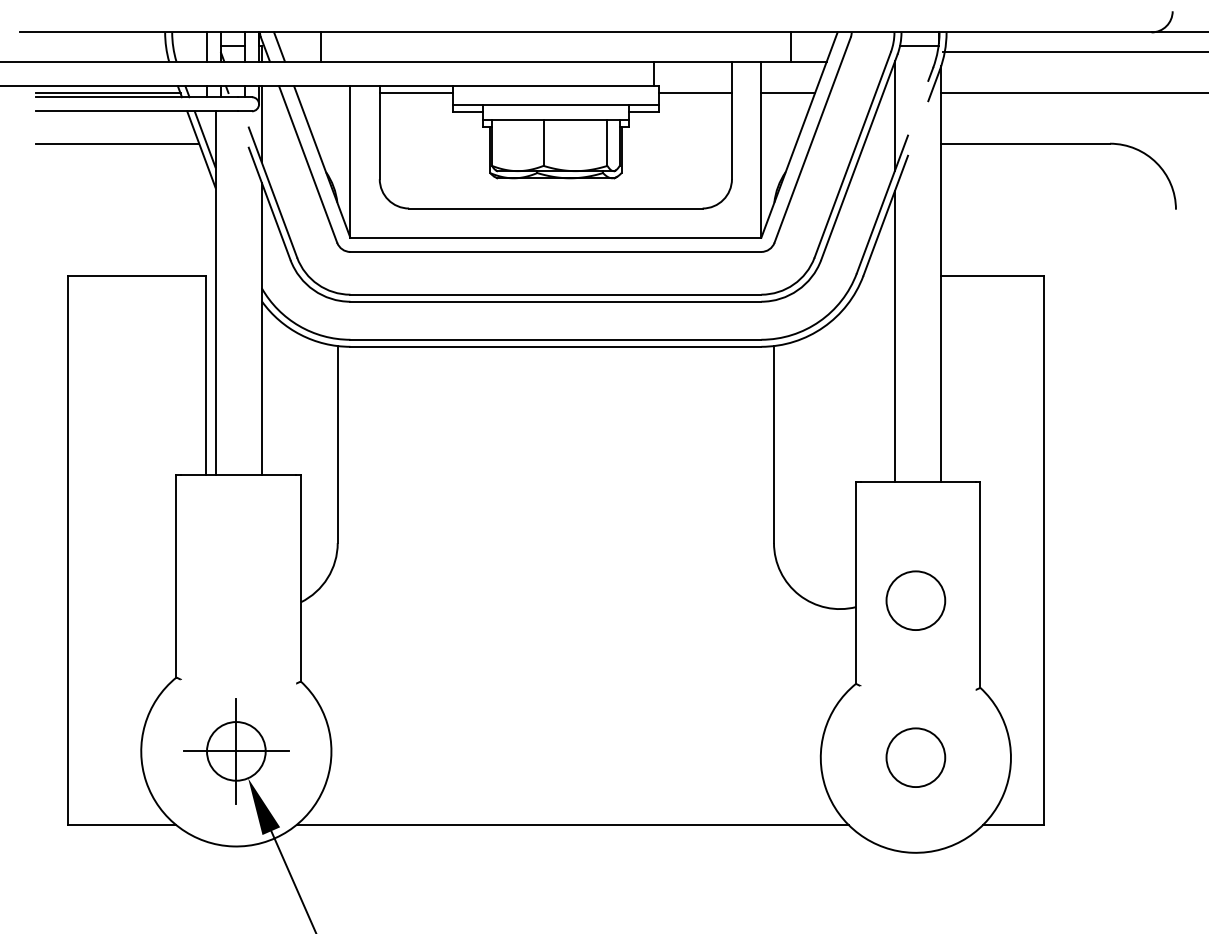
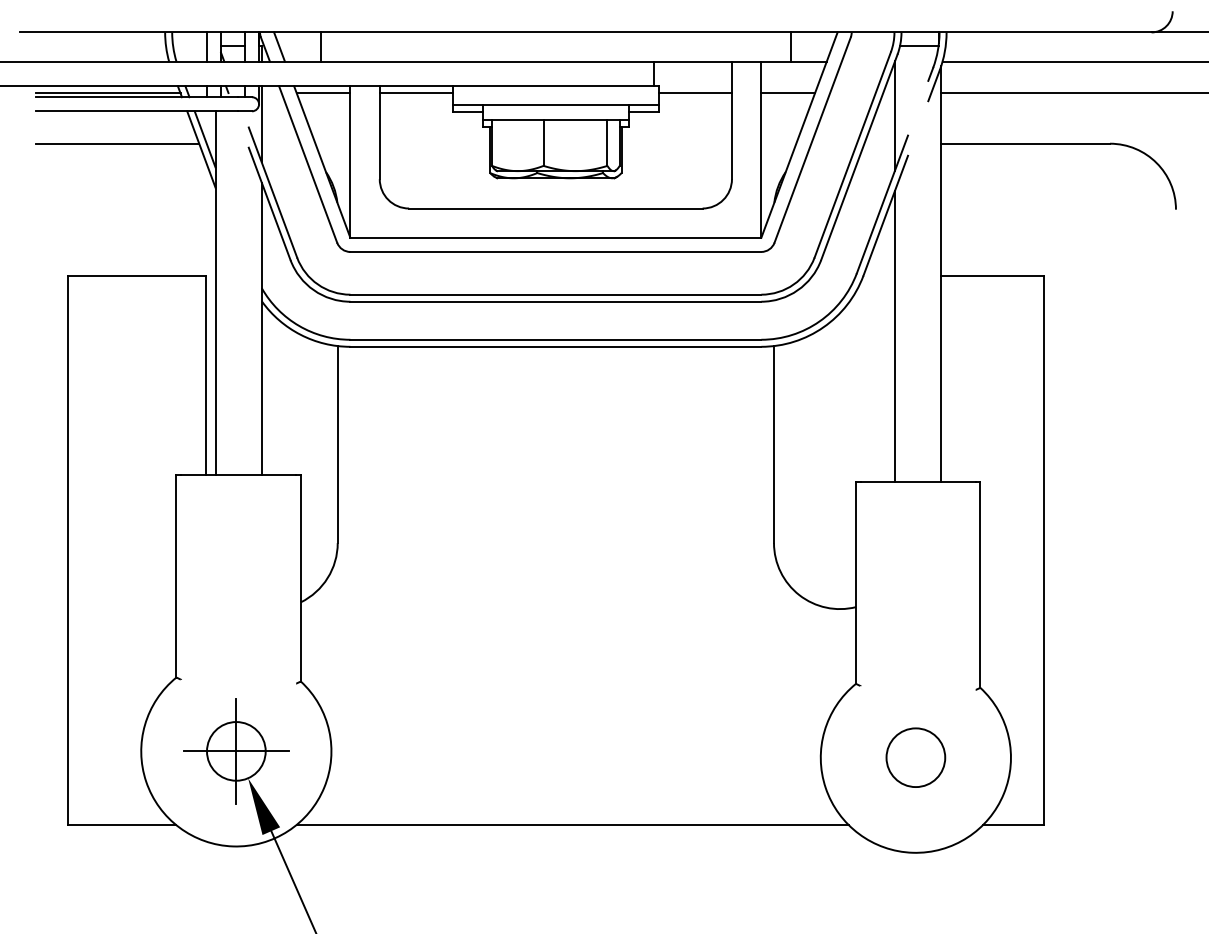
line at (1073, 51) position: (1073, 51) -> (1073, 61)
line at (323, 93): none -> present
circle at (915, 600): present -> none
